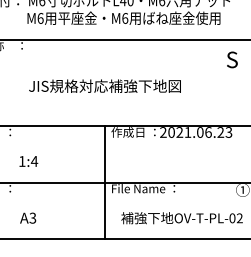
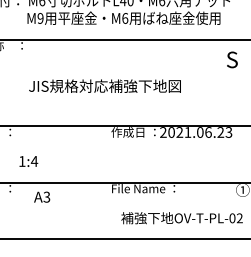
text at (40, 18): M6 -> M9
line at (105, 182): present -> none
text at (28, 217) position: (28, 217) -> (42, 196)
